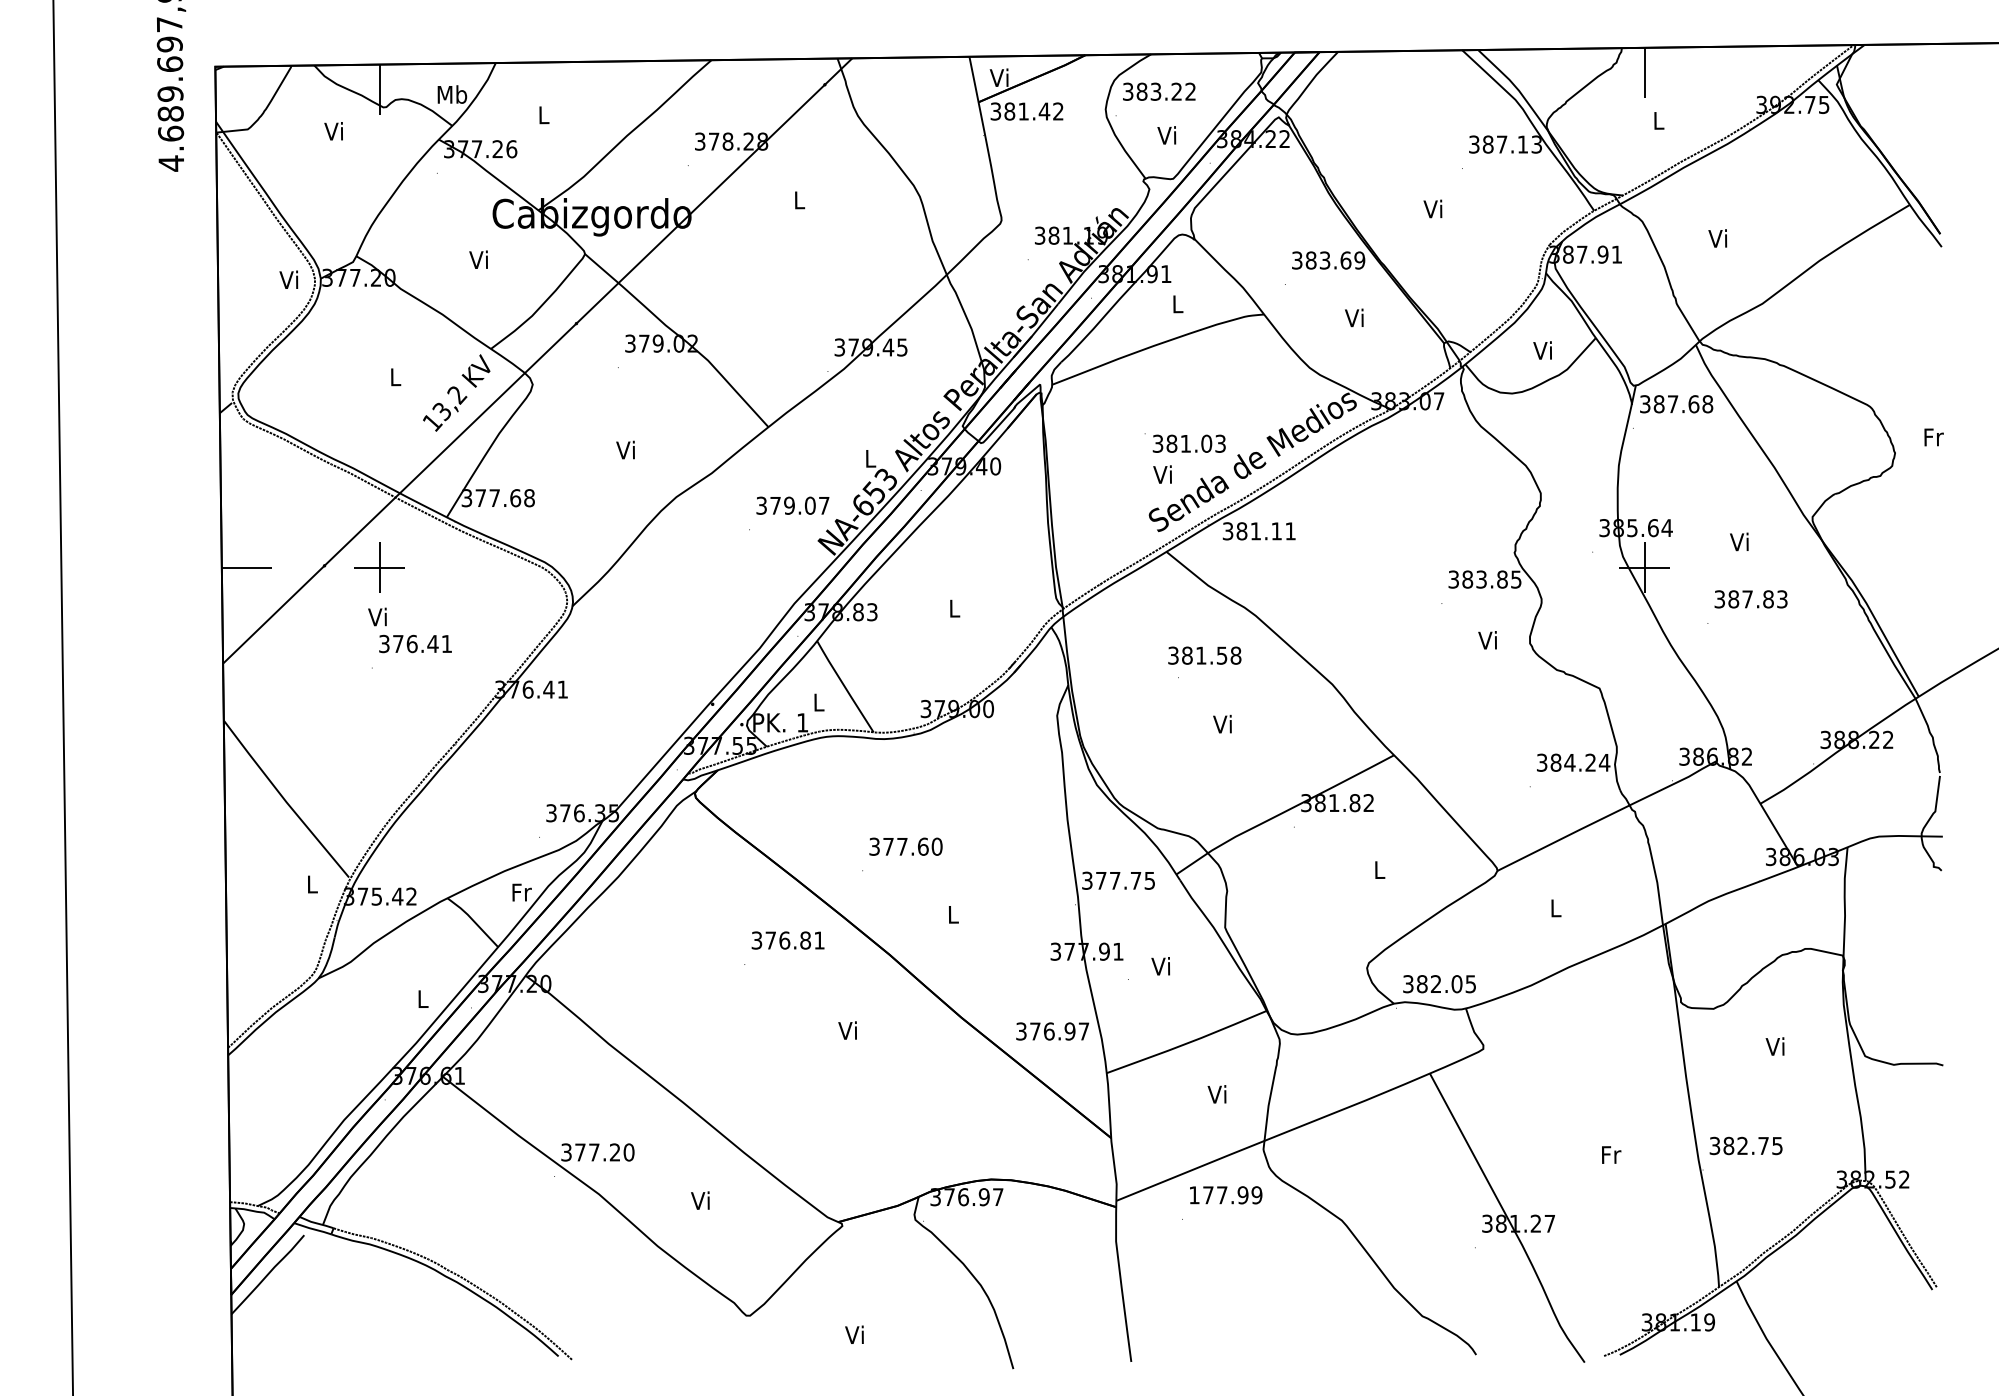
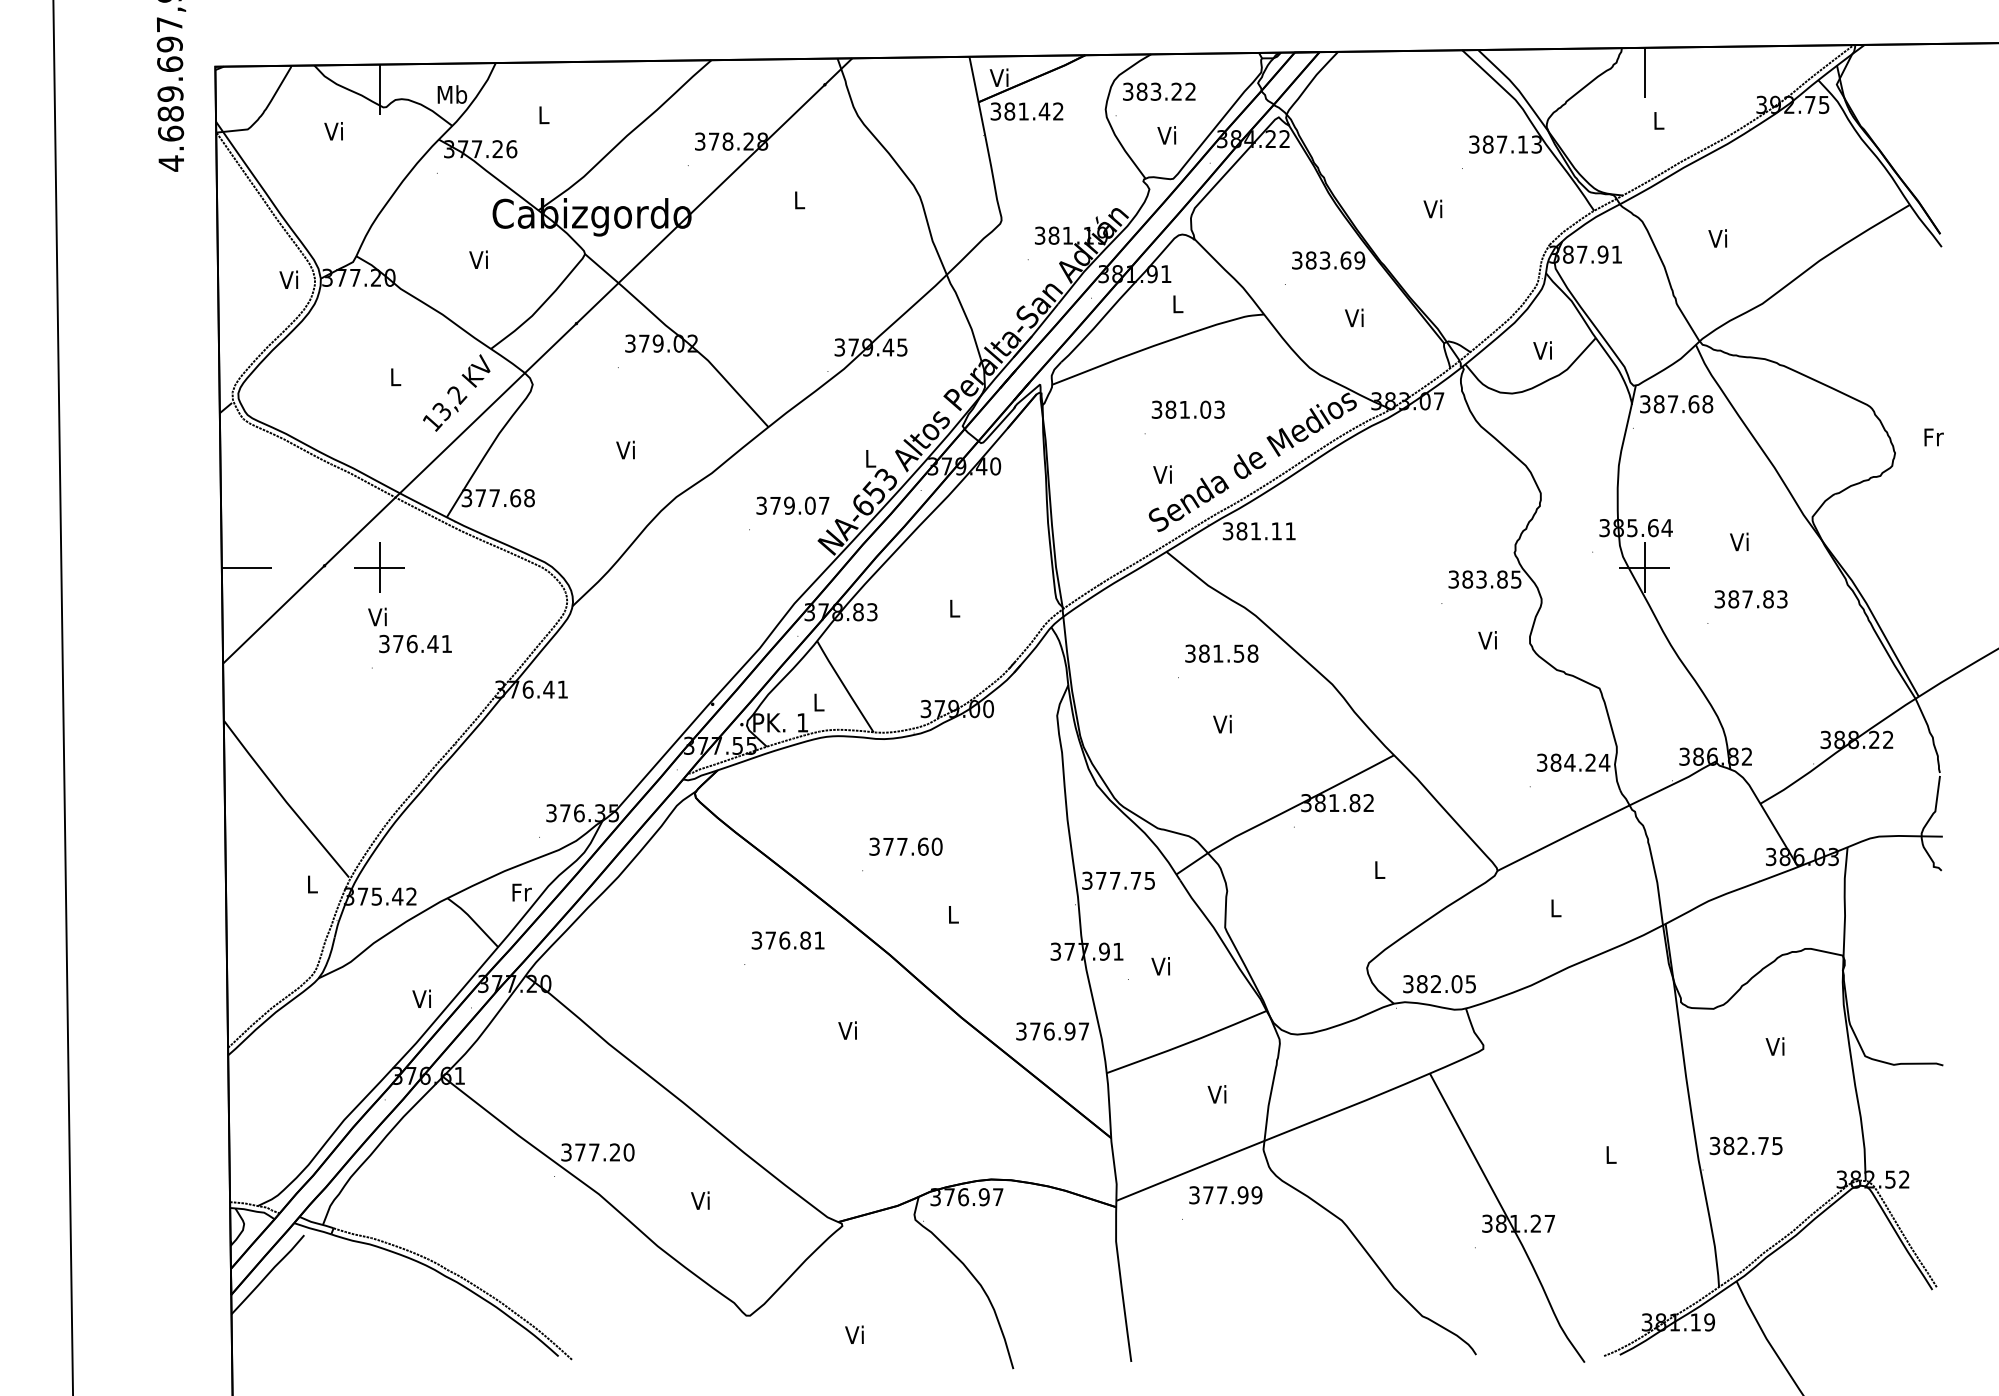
text at (1188, 443) position: (1188, 443) -> (1187, 409)
text at (1204, 655) position: (1204, 655) -> (1221, 653)
text at (421, 998): L -> Vi
text at (1611, 1154): Fr -> L
text at (1194, 1195): 177.99 -> 377.99
